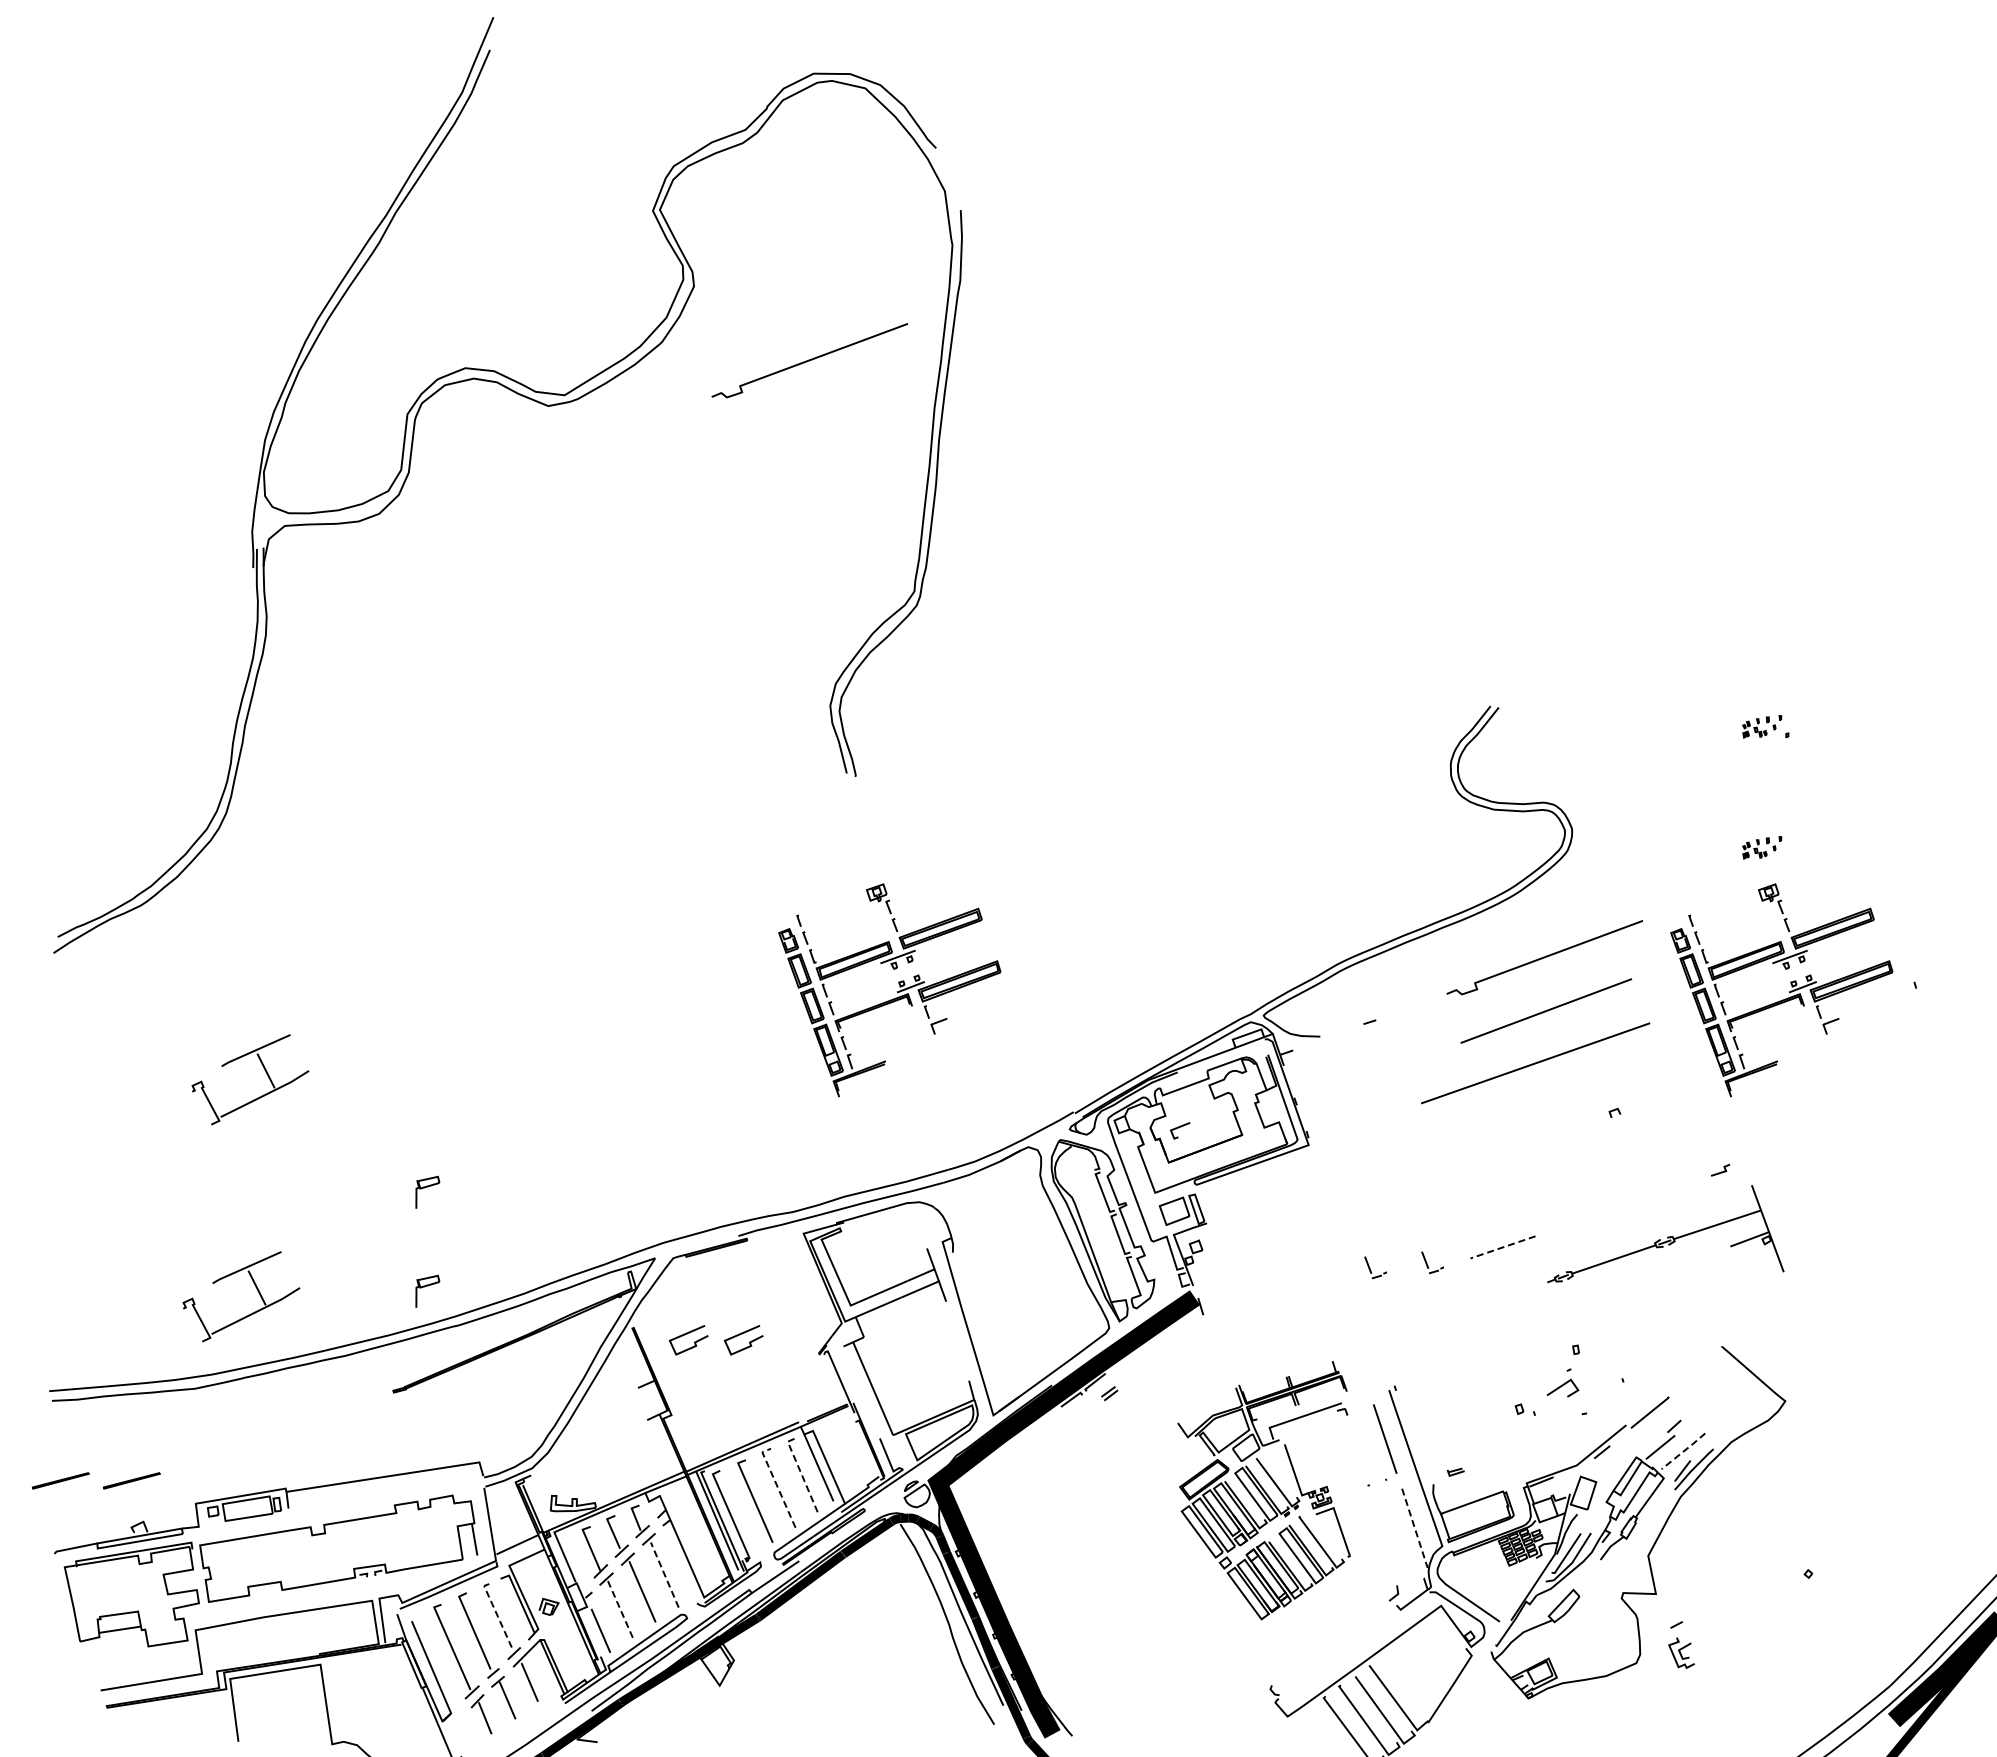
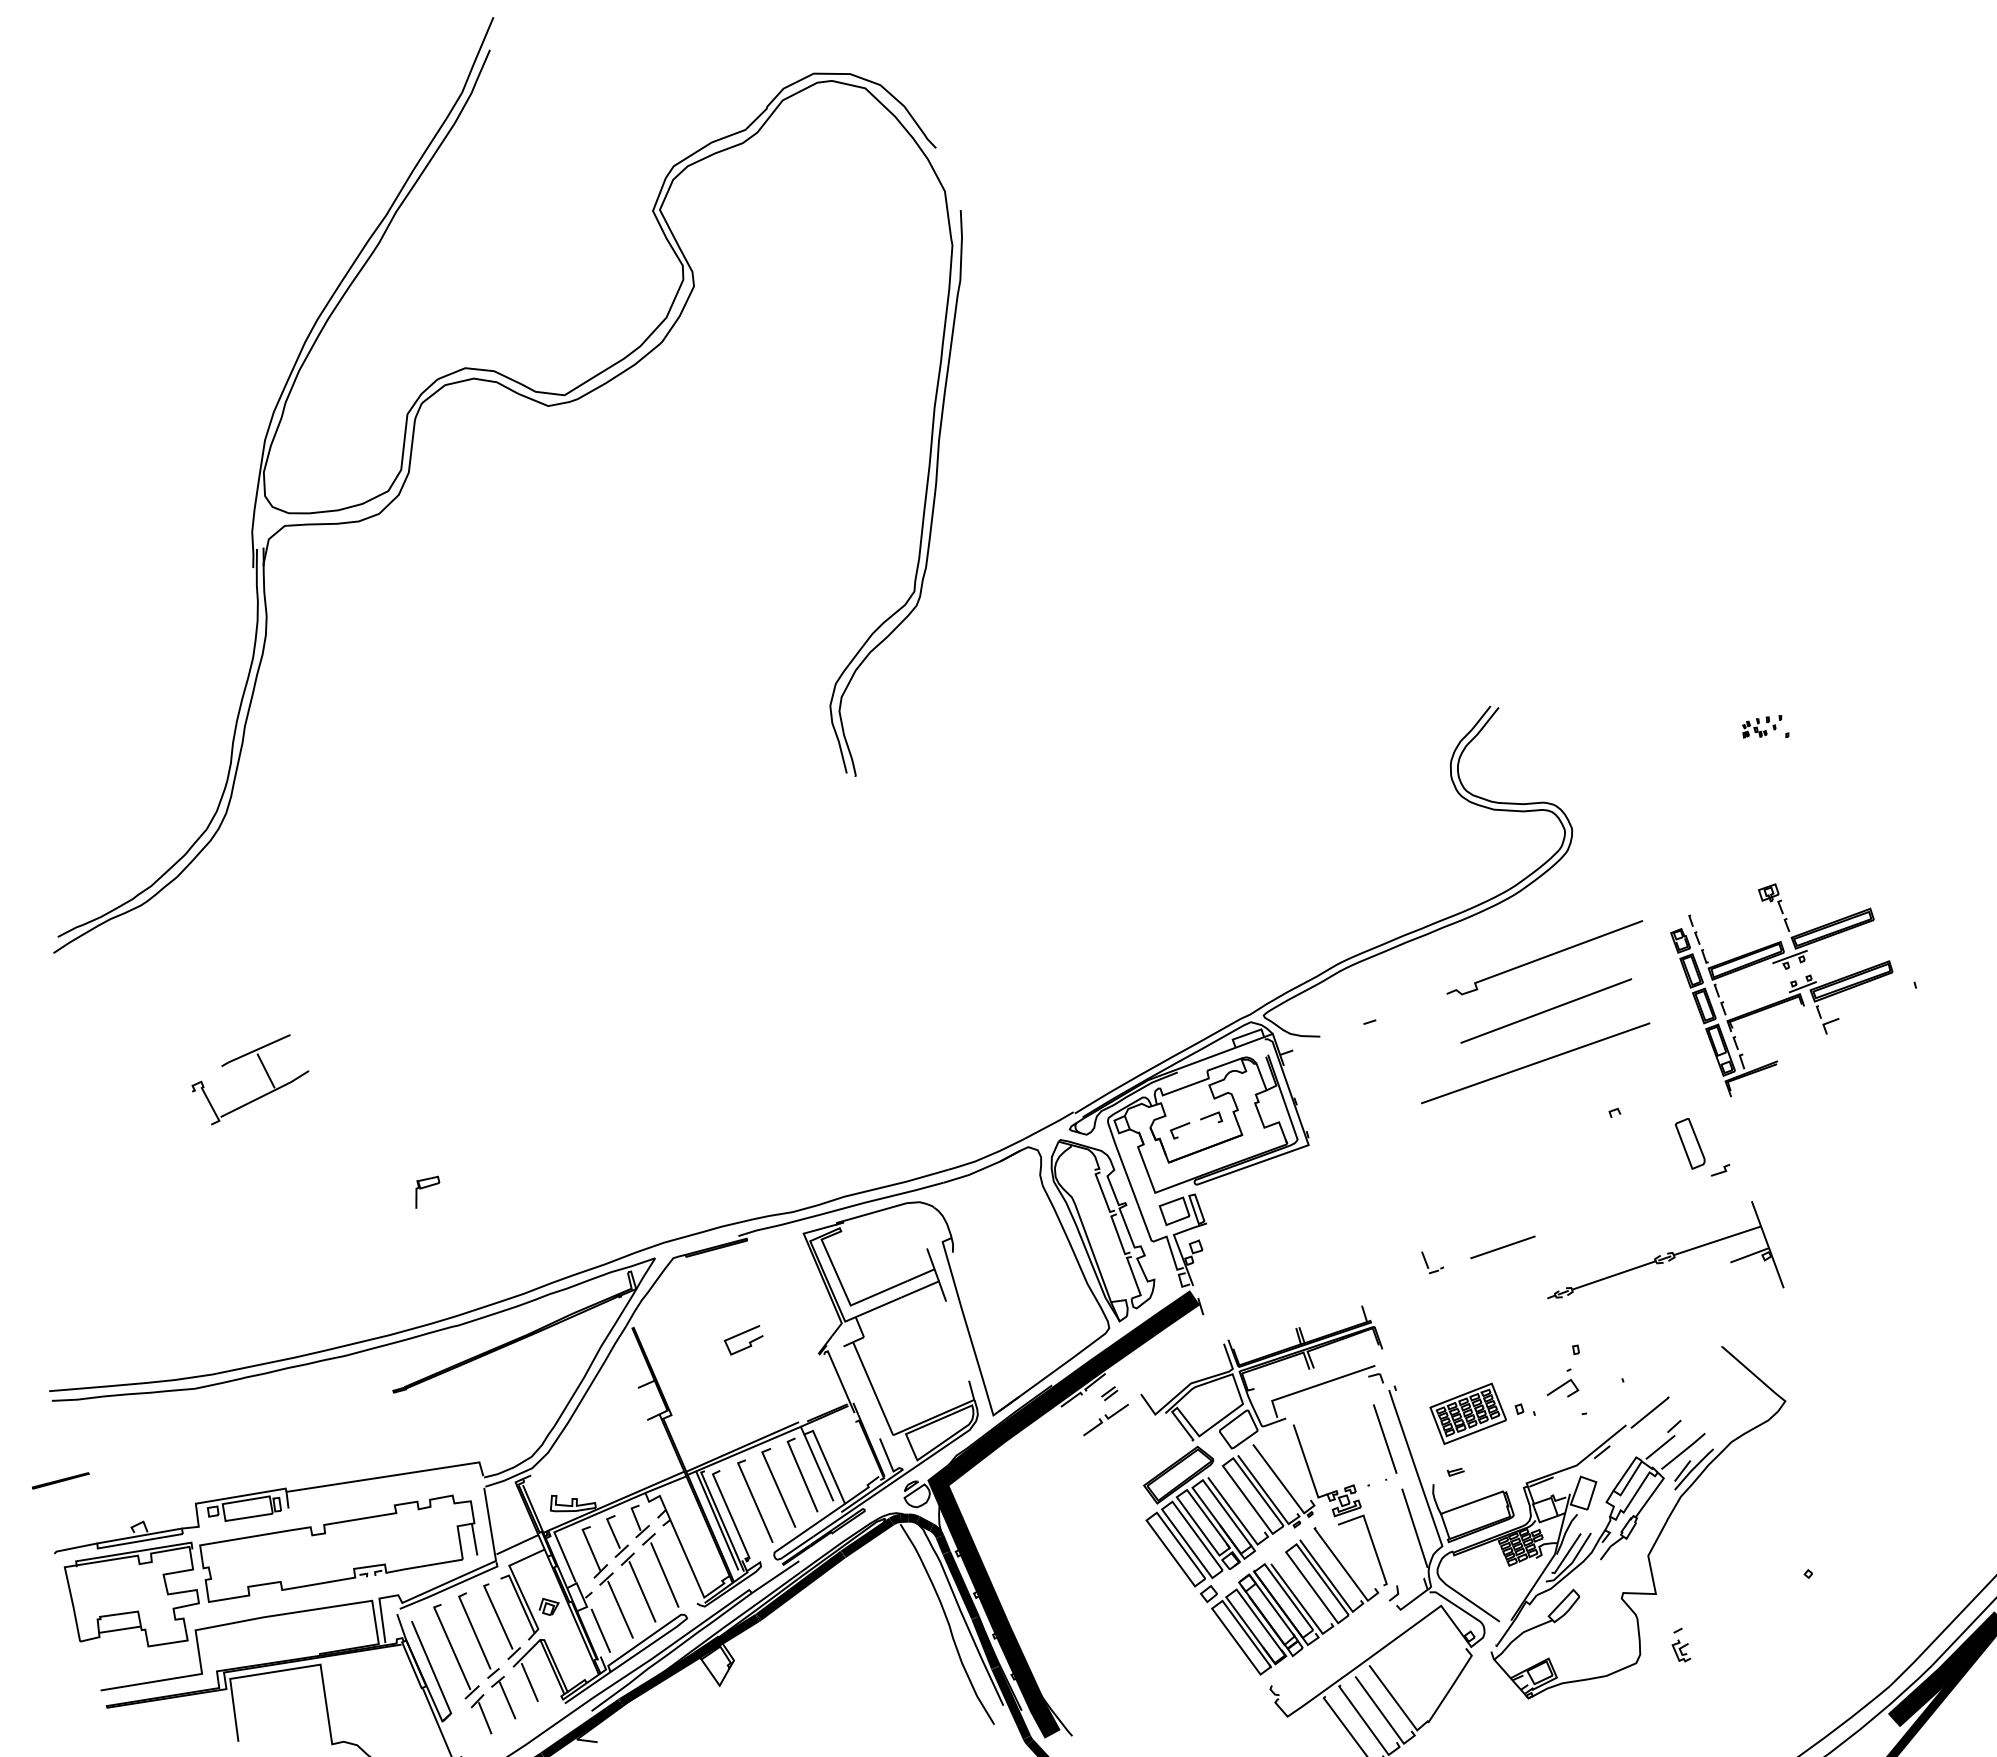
curve at (809, 360): present -> none
part at (1762, 847): present -> none
part at (897, 991): present -> none
line at (1211, 1116): none -> present
part at (1689, 1143): none -> present
part at (1665, 1234) position: (1665, 1234) -> (1665, 1250)
line at (1501, 1247): dashed -> solid
part at (1375, 1267): present -> none
part at (256, 1289): present -> none
part at (427, 1290): present -> none
curve at (685, 1335): present -> none
part at (1467, 1413): none -> present
part at (1105, 1419): none -> present
line at (1683, 1451): dashed -> solid
line at (800, 1471): dashed -> solid
line at (132, 1480): present -> none
line at (776, 1484): dashed -> solid
part at (1263, 1490) size: 174x260 px -> 248x371 px
line at (1414, 1528): dashed -> solid
line at (664, 1574): dashed -> solid
line at (620, 1610): dashed -> solid
line at (496, 1614): dashed -> solid
part at (1681, 1644) size: 27x48 px -> 21x36 px
